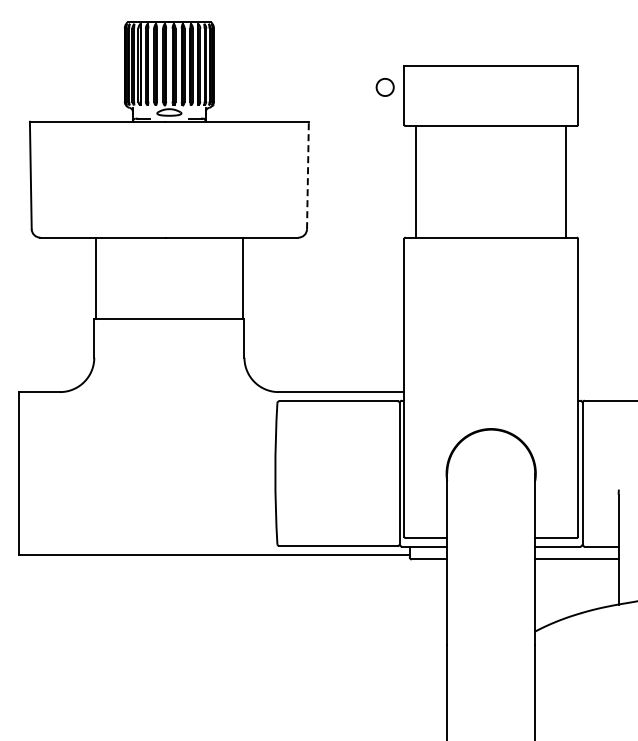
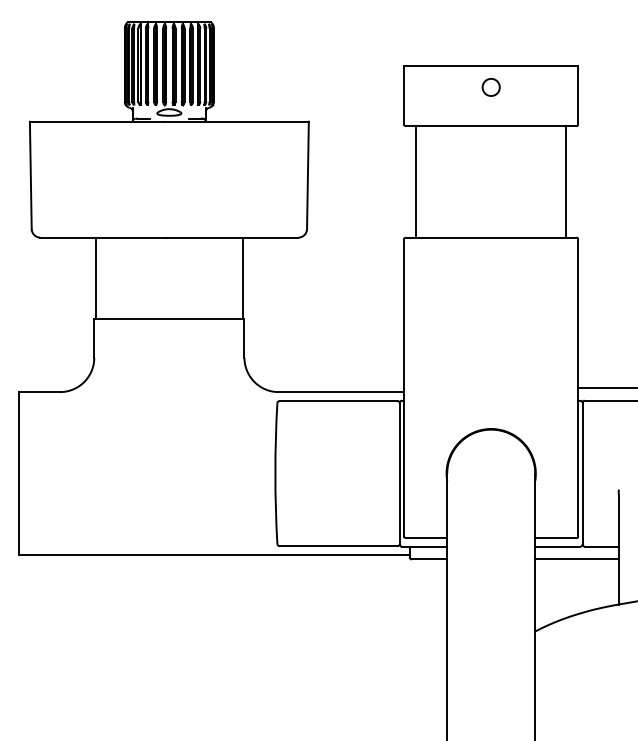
part at (384, 87) position: (384, 87) -> (490, 87)
line at (307, 175): dashed -> solid
line at (606, 387): none -> present
